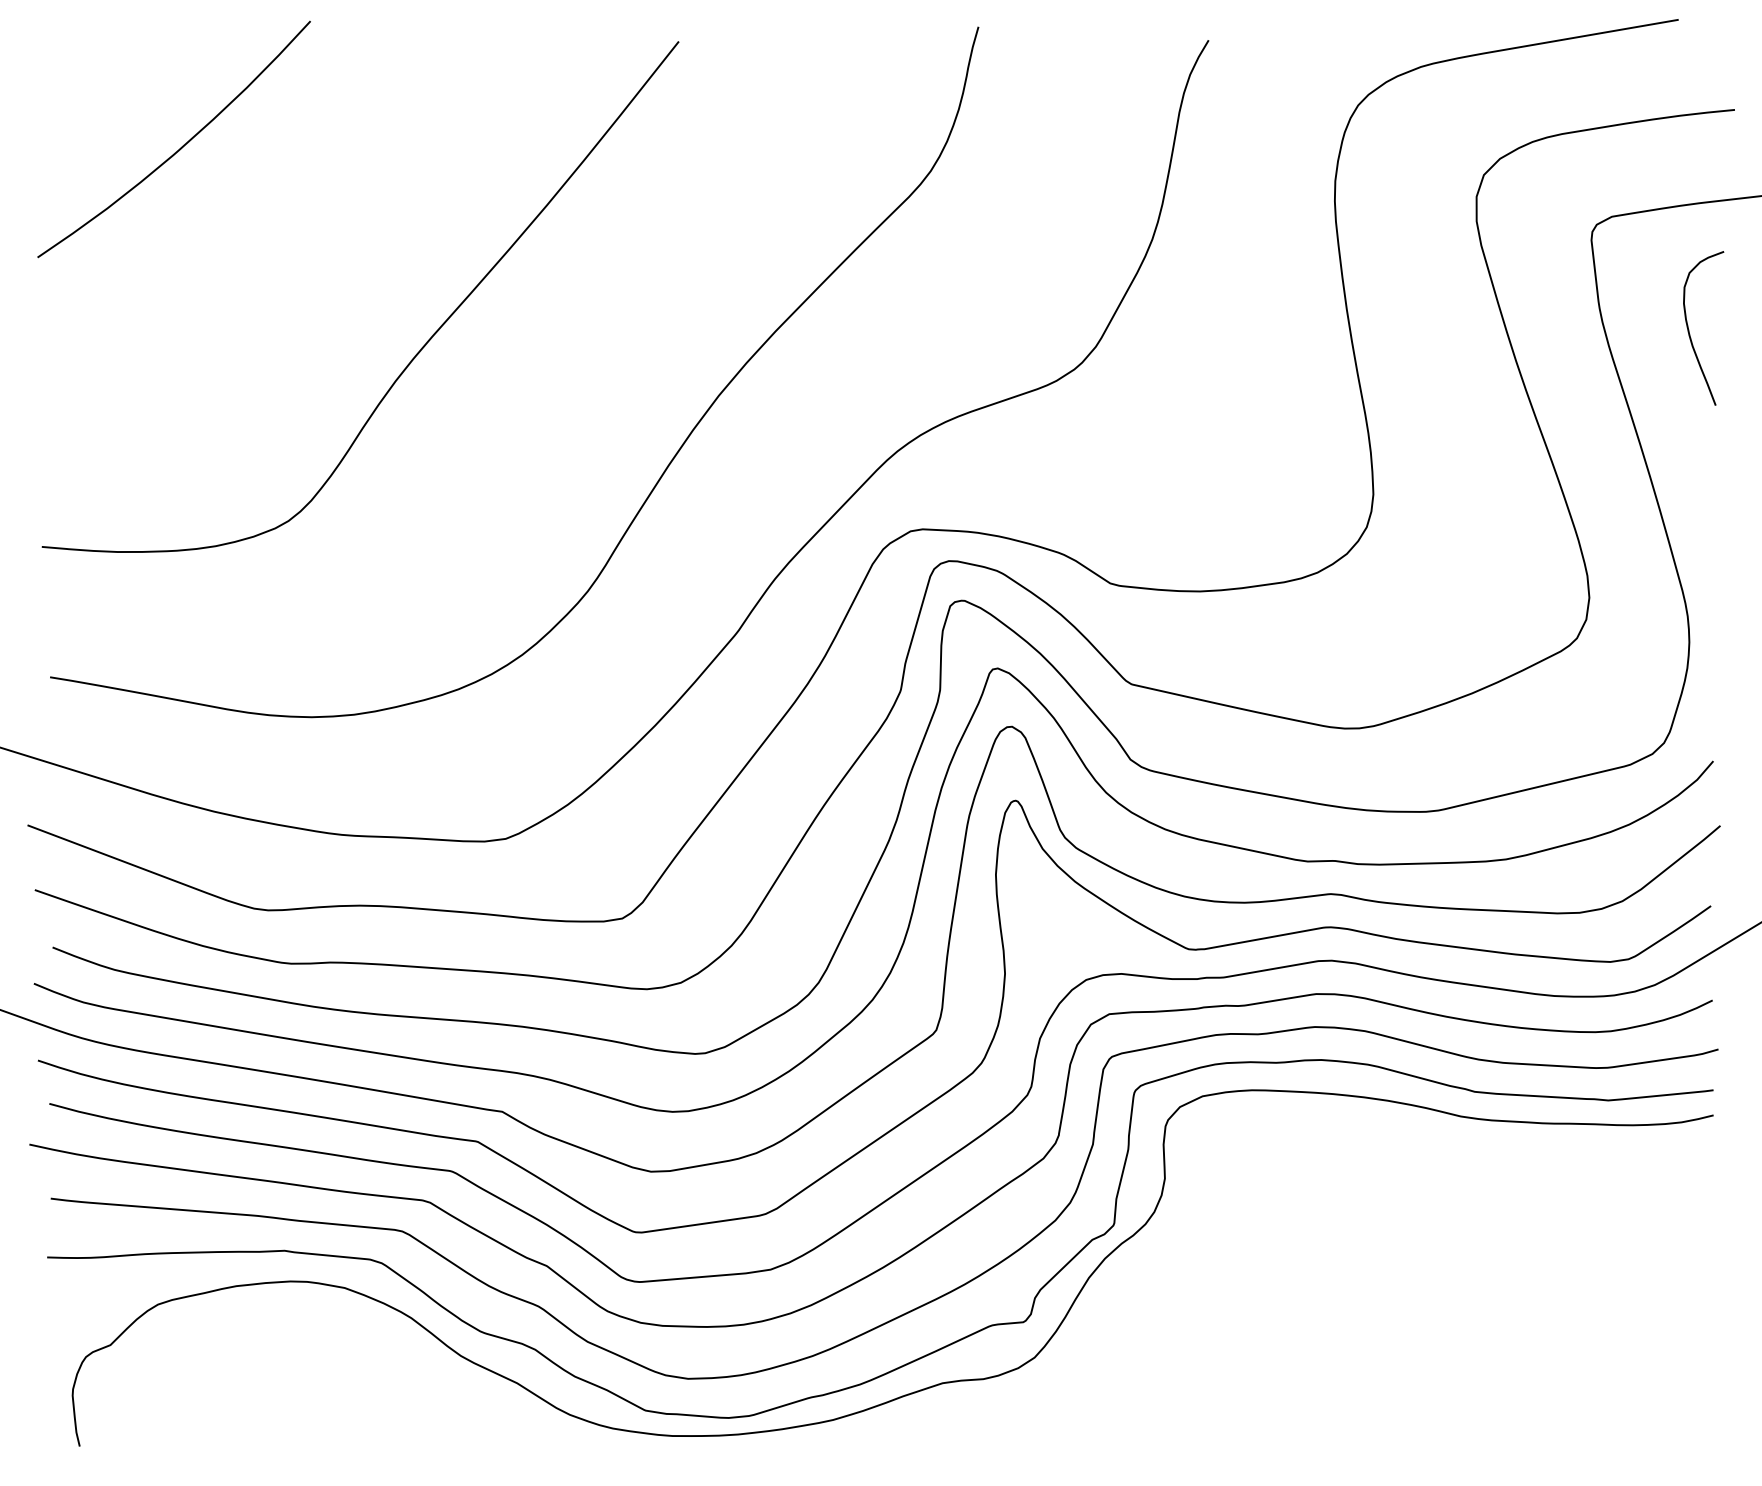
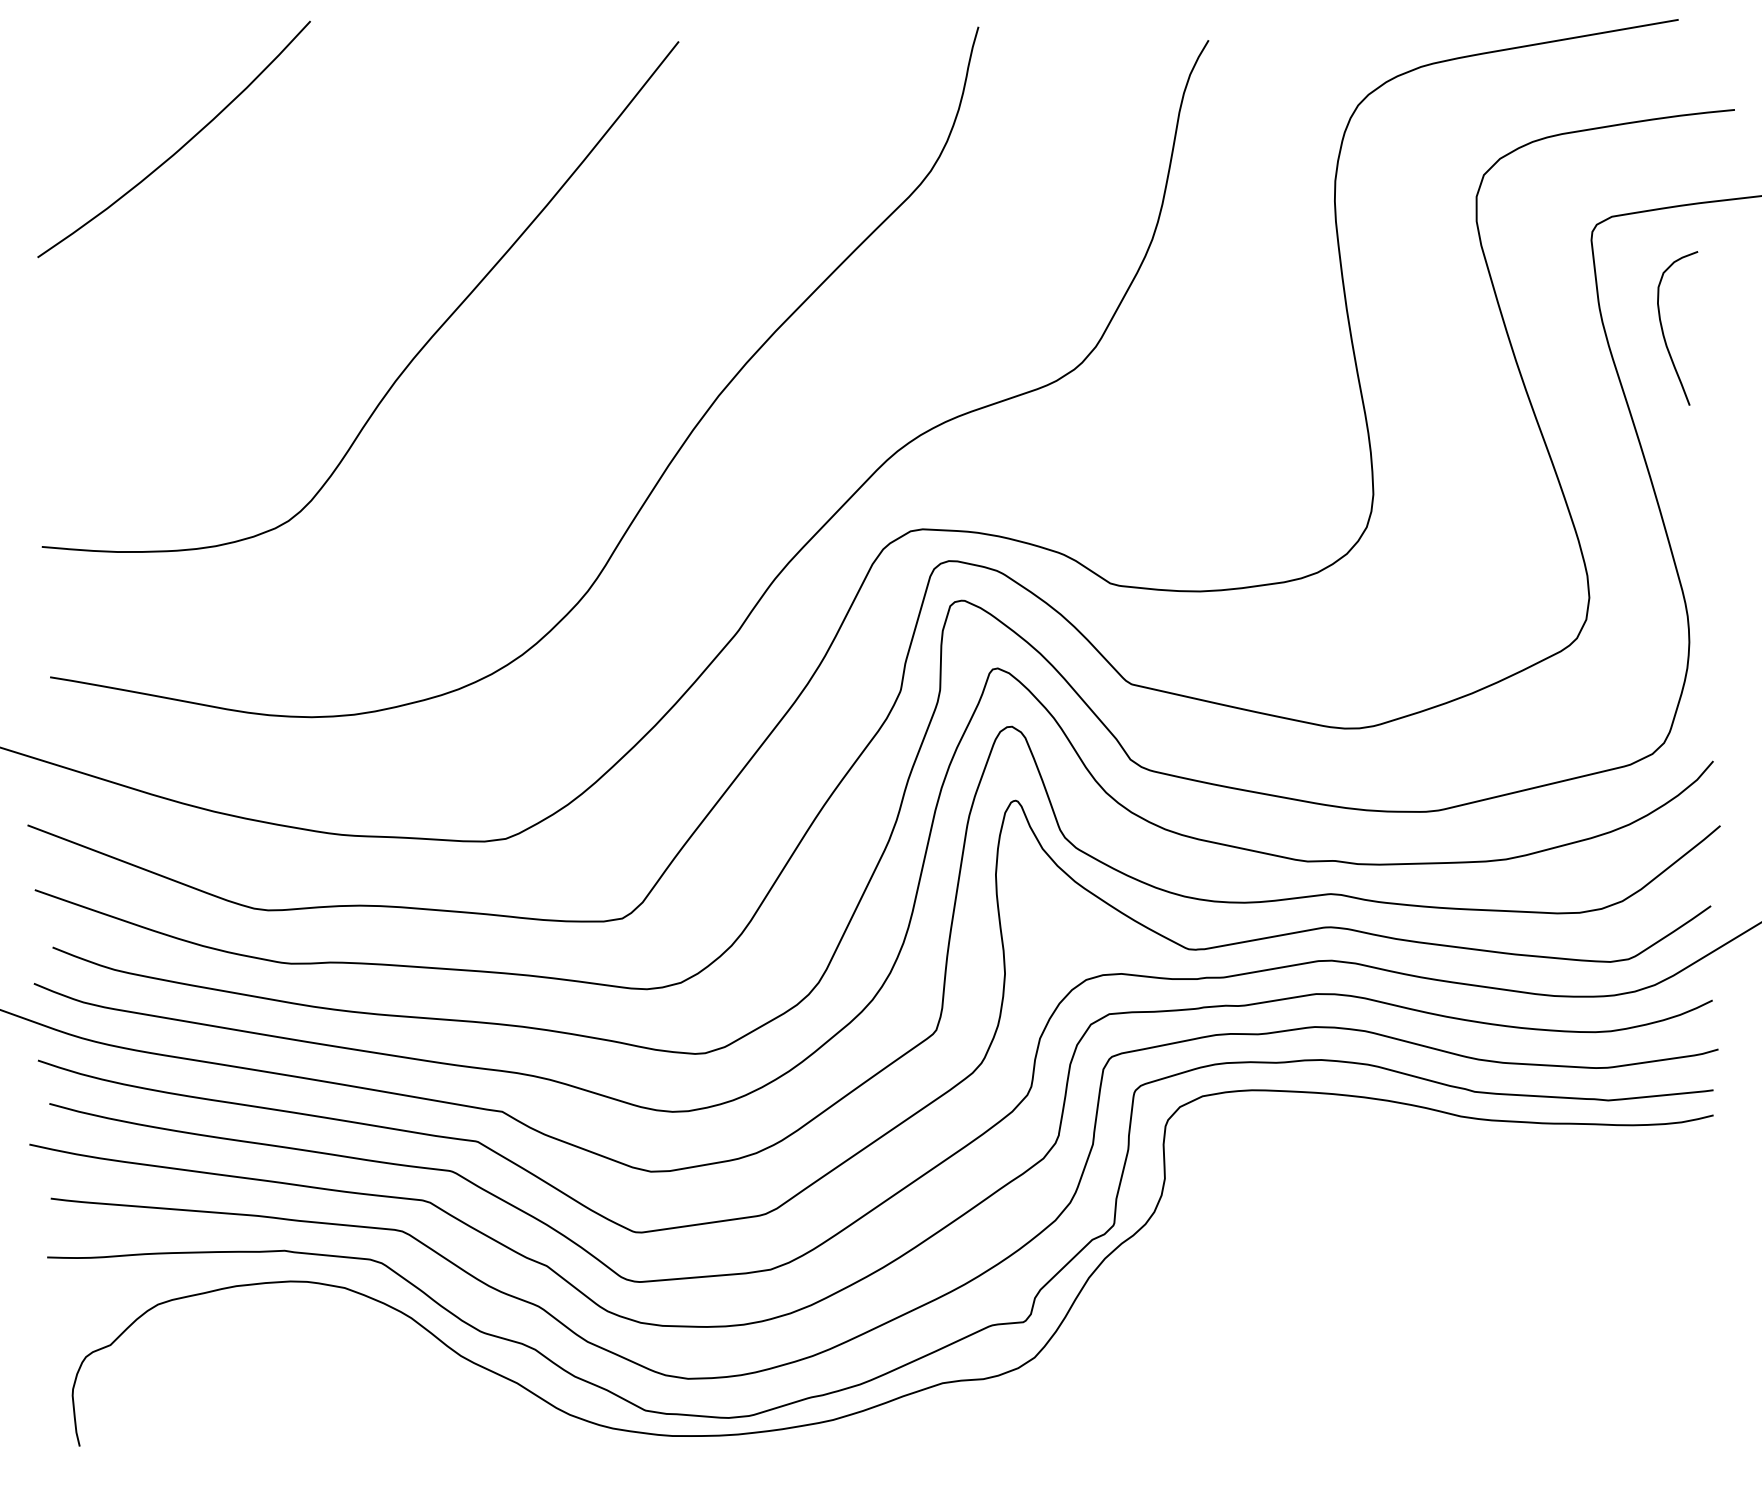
curve at (1689, 329) position: (1689, 329) -> (1663, 329)
